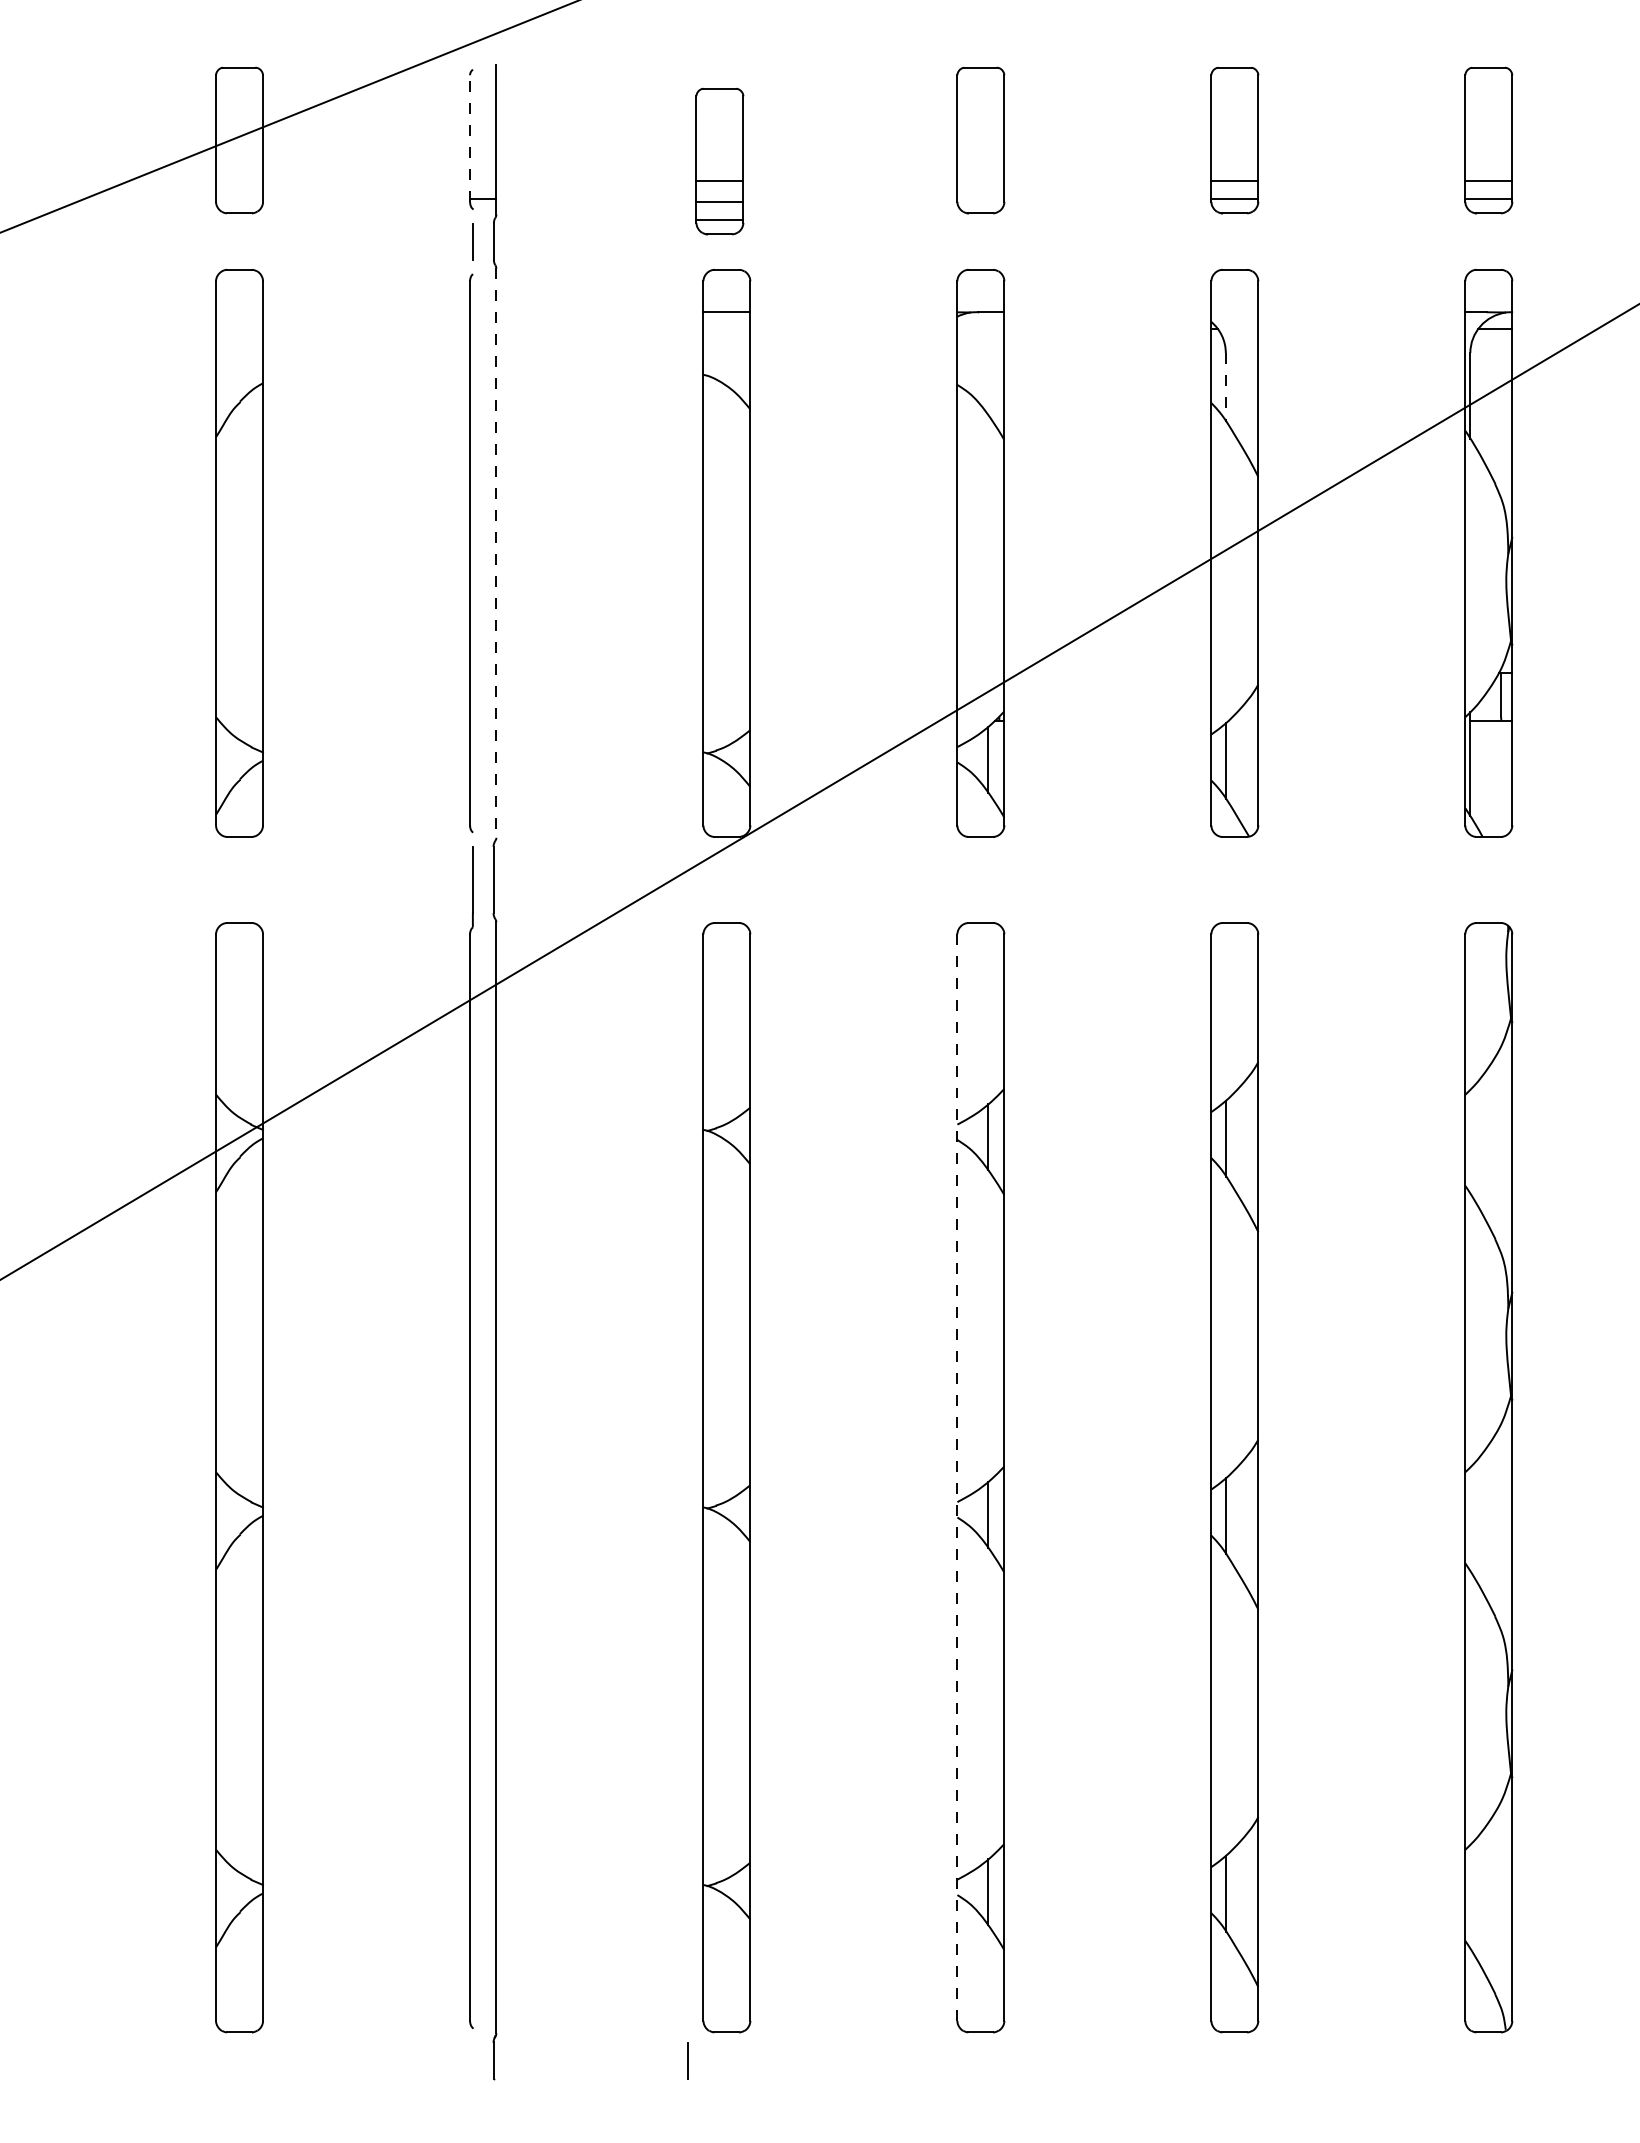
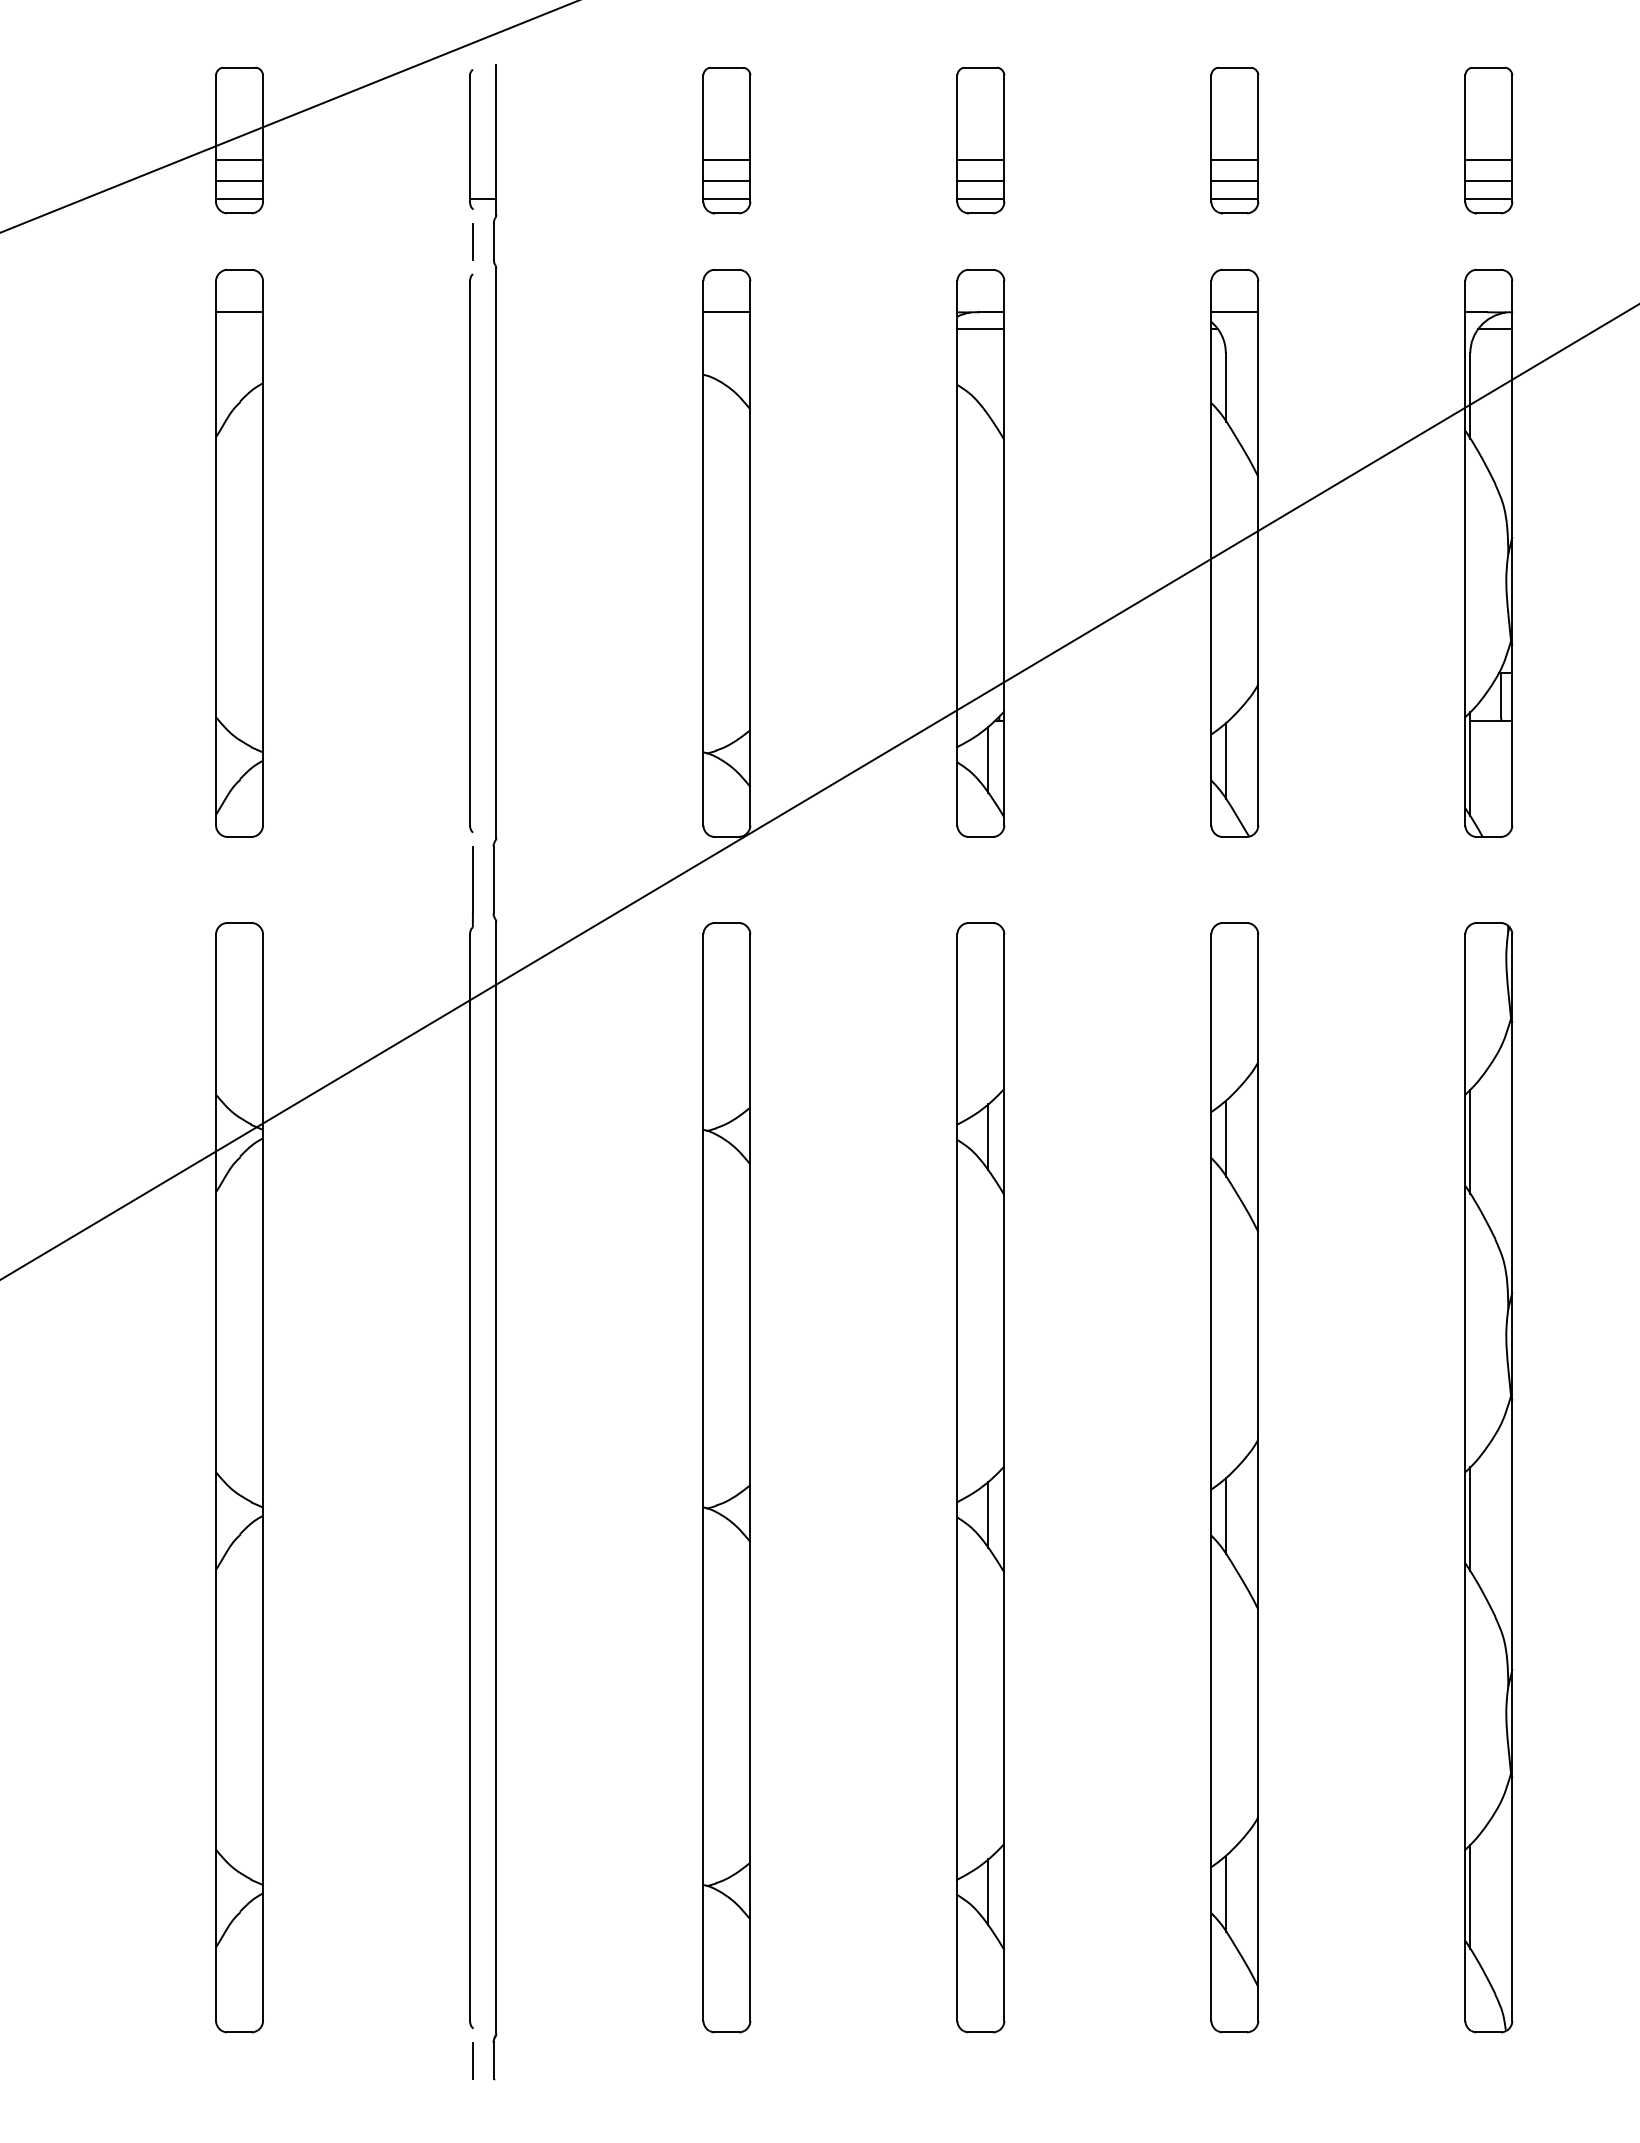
line at (470, 138): dashed -> solid
line at (239, 160): none -> present
line at (980, 160): none -> present
line at (1234, 160): none -> present
line at (1488, 160): none -> present
part at (719, 161) position: (719, 161) -> (726, 140)
line at (239, 181): none -> present
line at (980, 181): none -> present
line at (239, 199): none -> present
line at (980, 199): none -> present
line at (239, 312): none -> present
line at (1234, 312): none -> present
line at (980, 329): none -> present
line at (1225, 387): dashed -> solid
line at (496, 553): dashed -> solid
line at (1470, 1141): none -> present
line at (957, 1477): dashed -> solid
line at (1470, 1519): none -> present
line at (1470, 1896): none -> present
line at (687, 2060) position: (687, 2060) -> (472, 2060)
